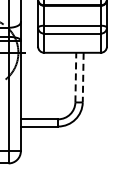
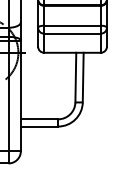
line at (75, 77): dashed -> solid
line at (83, 77): dashed -> solid
